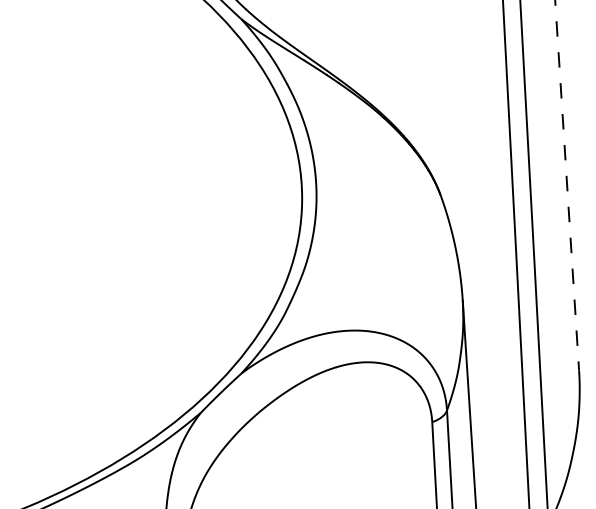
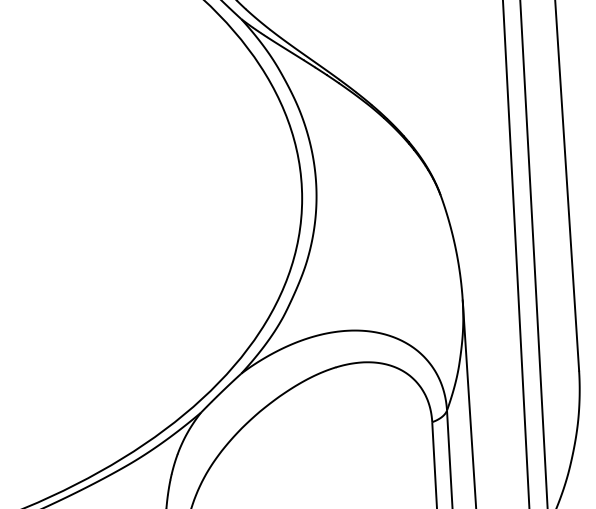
line at (567, 186): dashed -> solid
